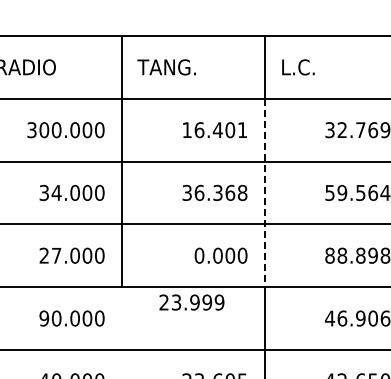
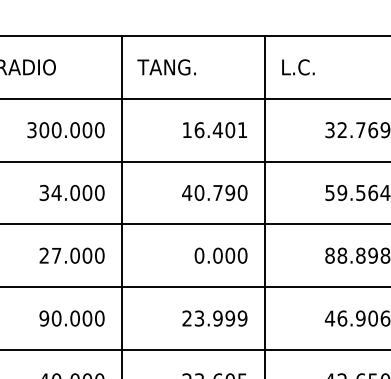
text at (214, 192): 36.368 -> 40.790
line at (264, 193): dashed -> solid
text at (191, 302) position: (191, 302) -> (214, 318)
line at (121, 331): none -> present
